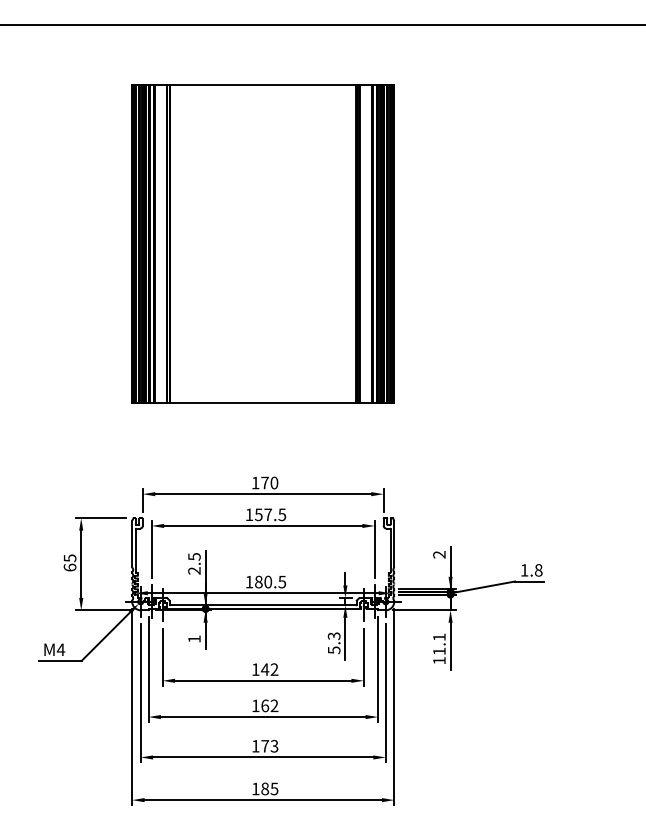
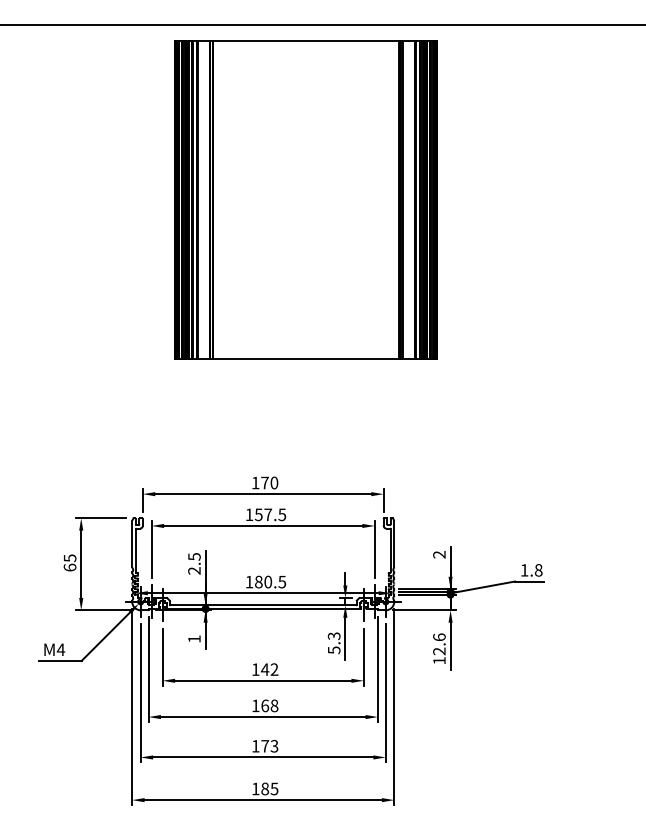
part at (262, 243) position: (262, 243) -> (305, 199)
text at (439, 644): 11.1 -> 12.6
text at (274, 705): 162 -> 168
